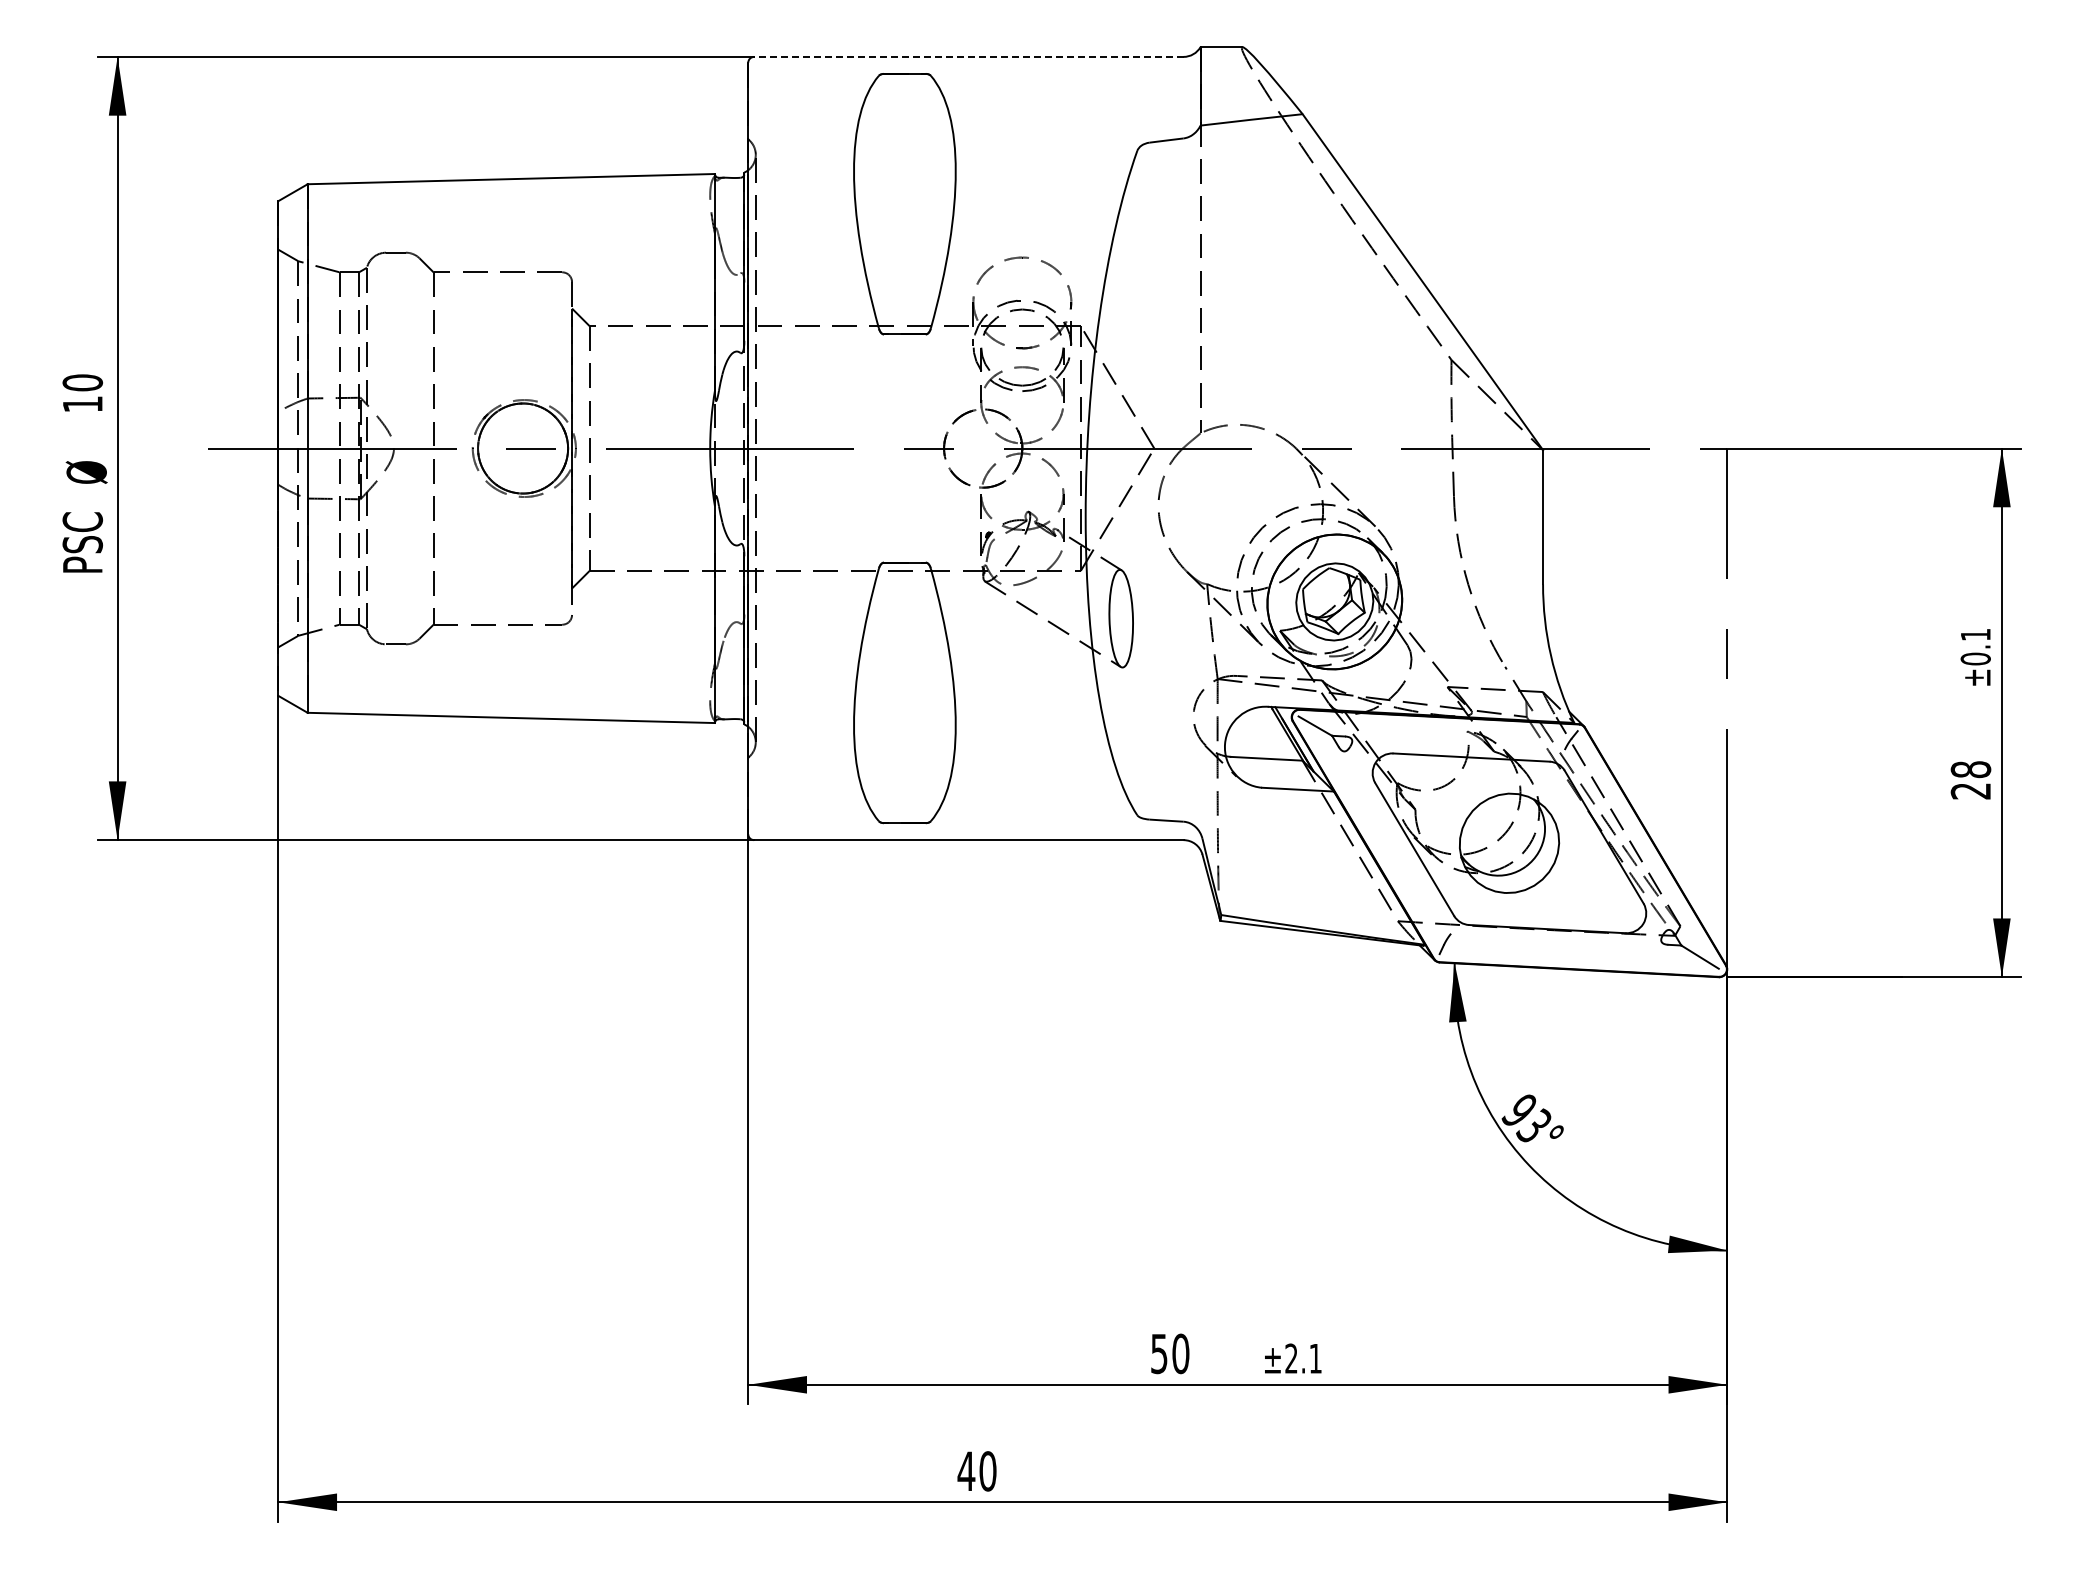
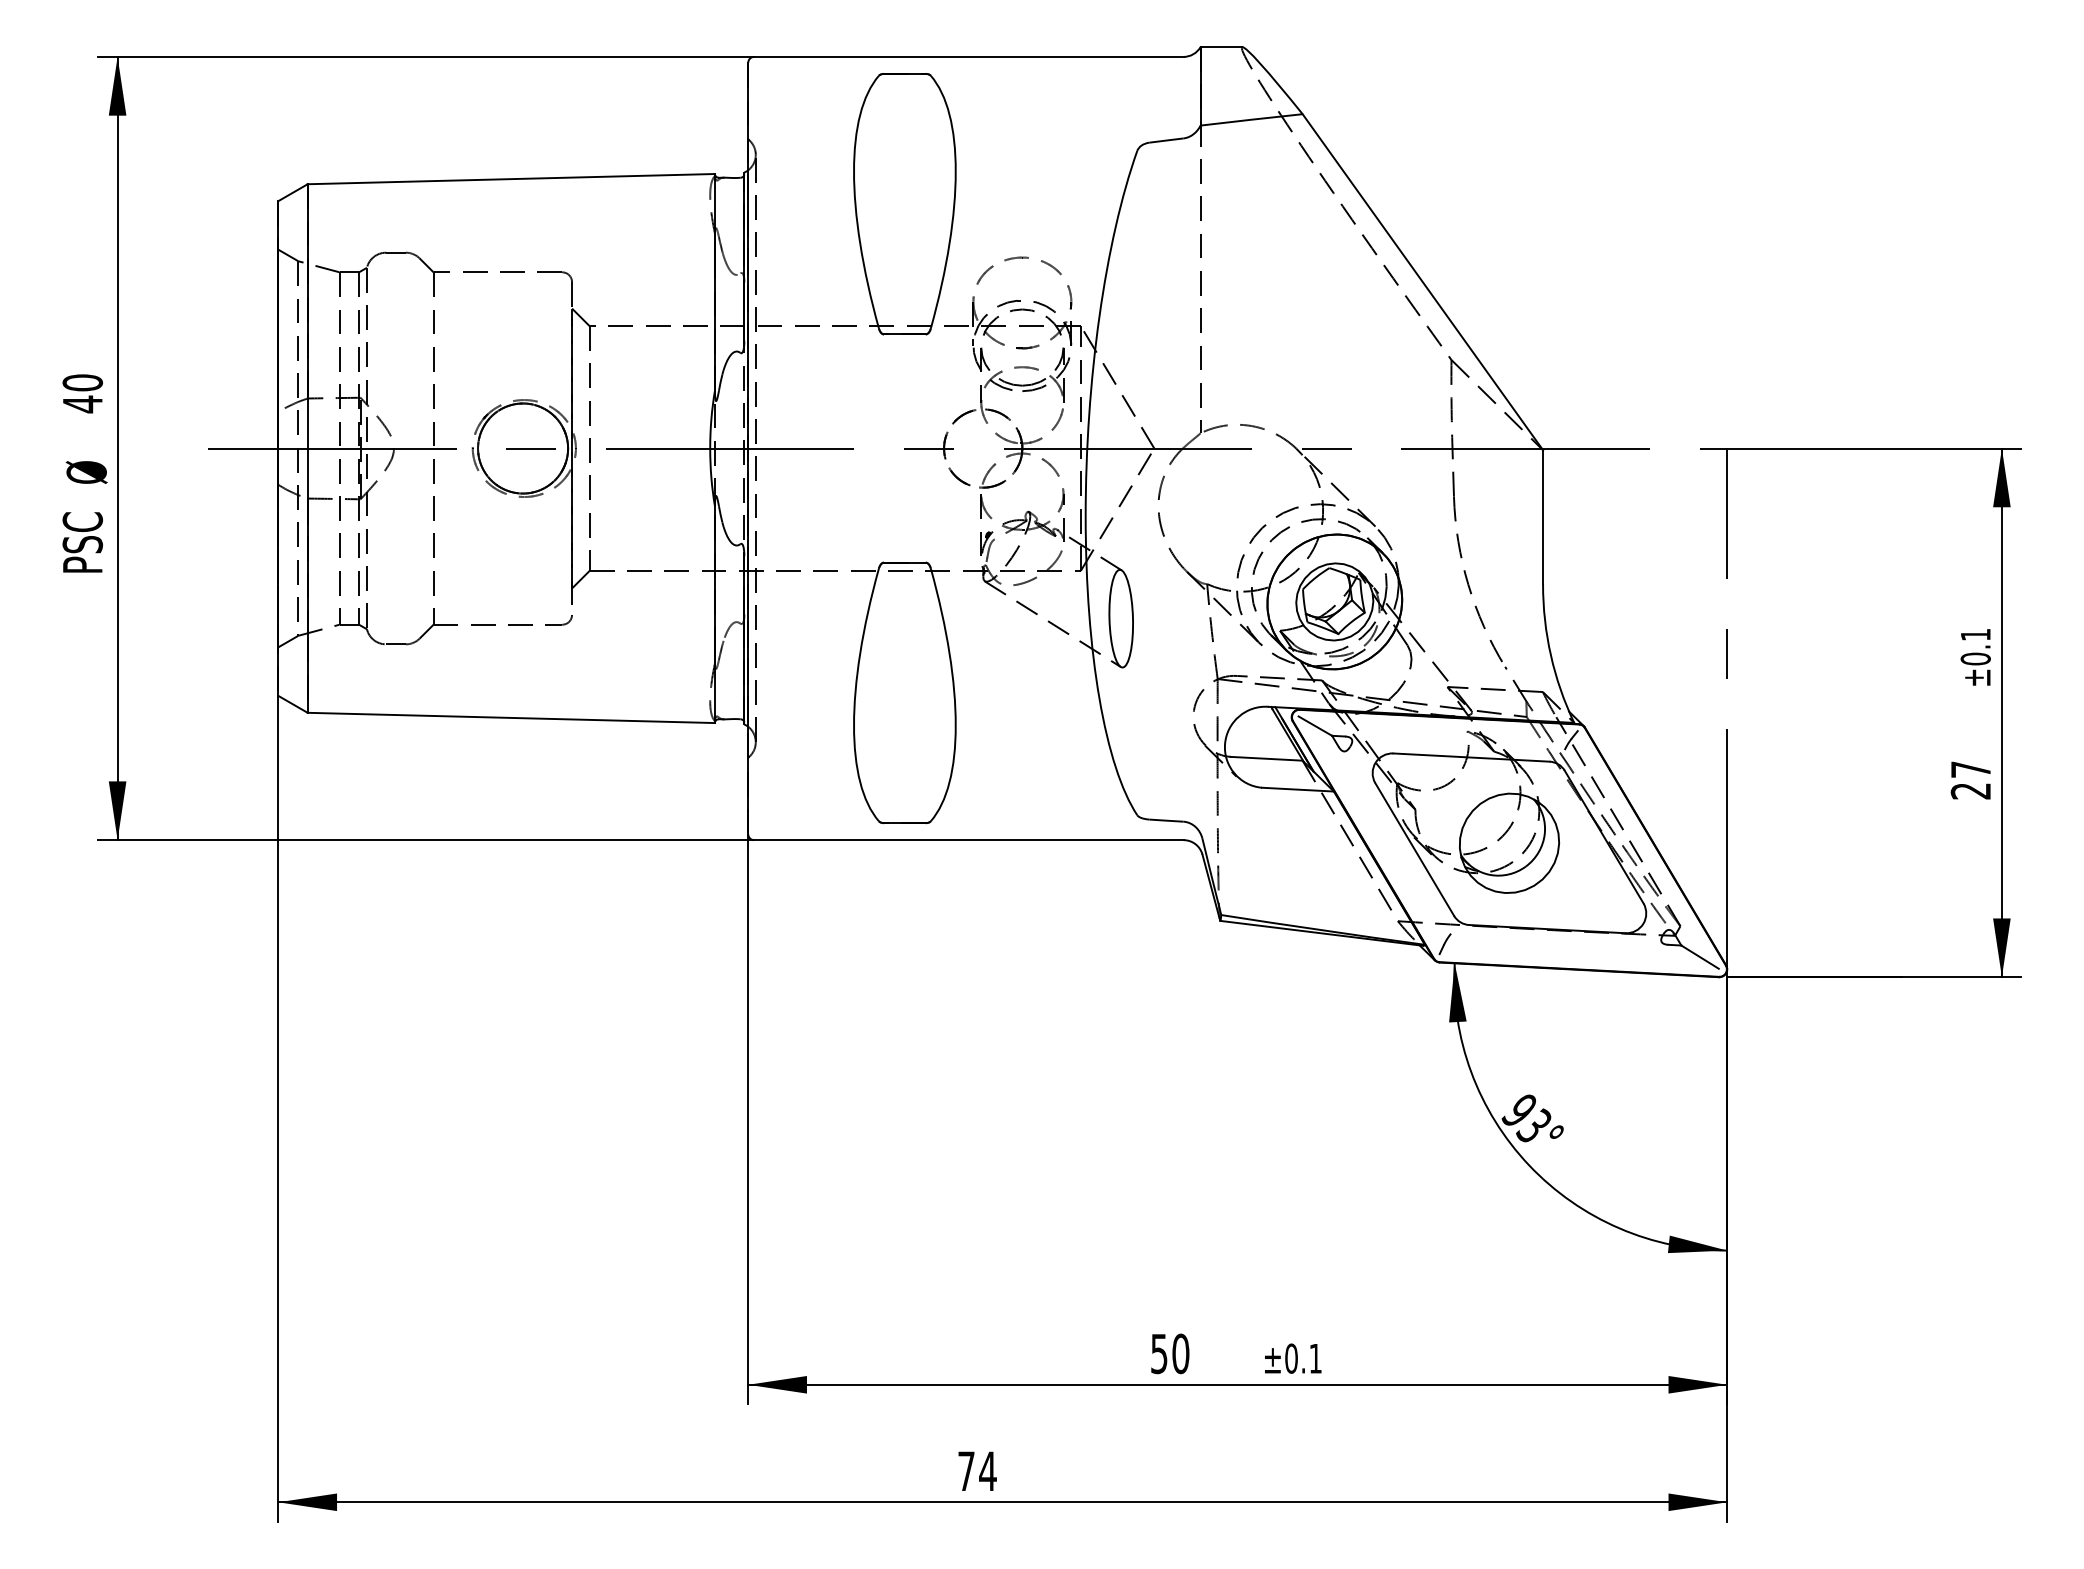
line at (968, 56): dashed -> solid
text at (82, 404): 10 -> 40
text at (1970, 769): 28 -> 27
text at (1291, 1358): ±2.1 -> ±0.1
text at (976, 1471): 40 -> 74
